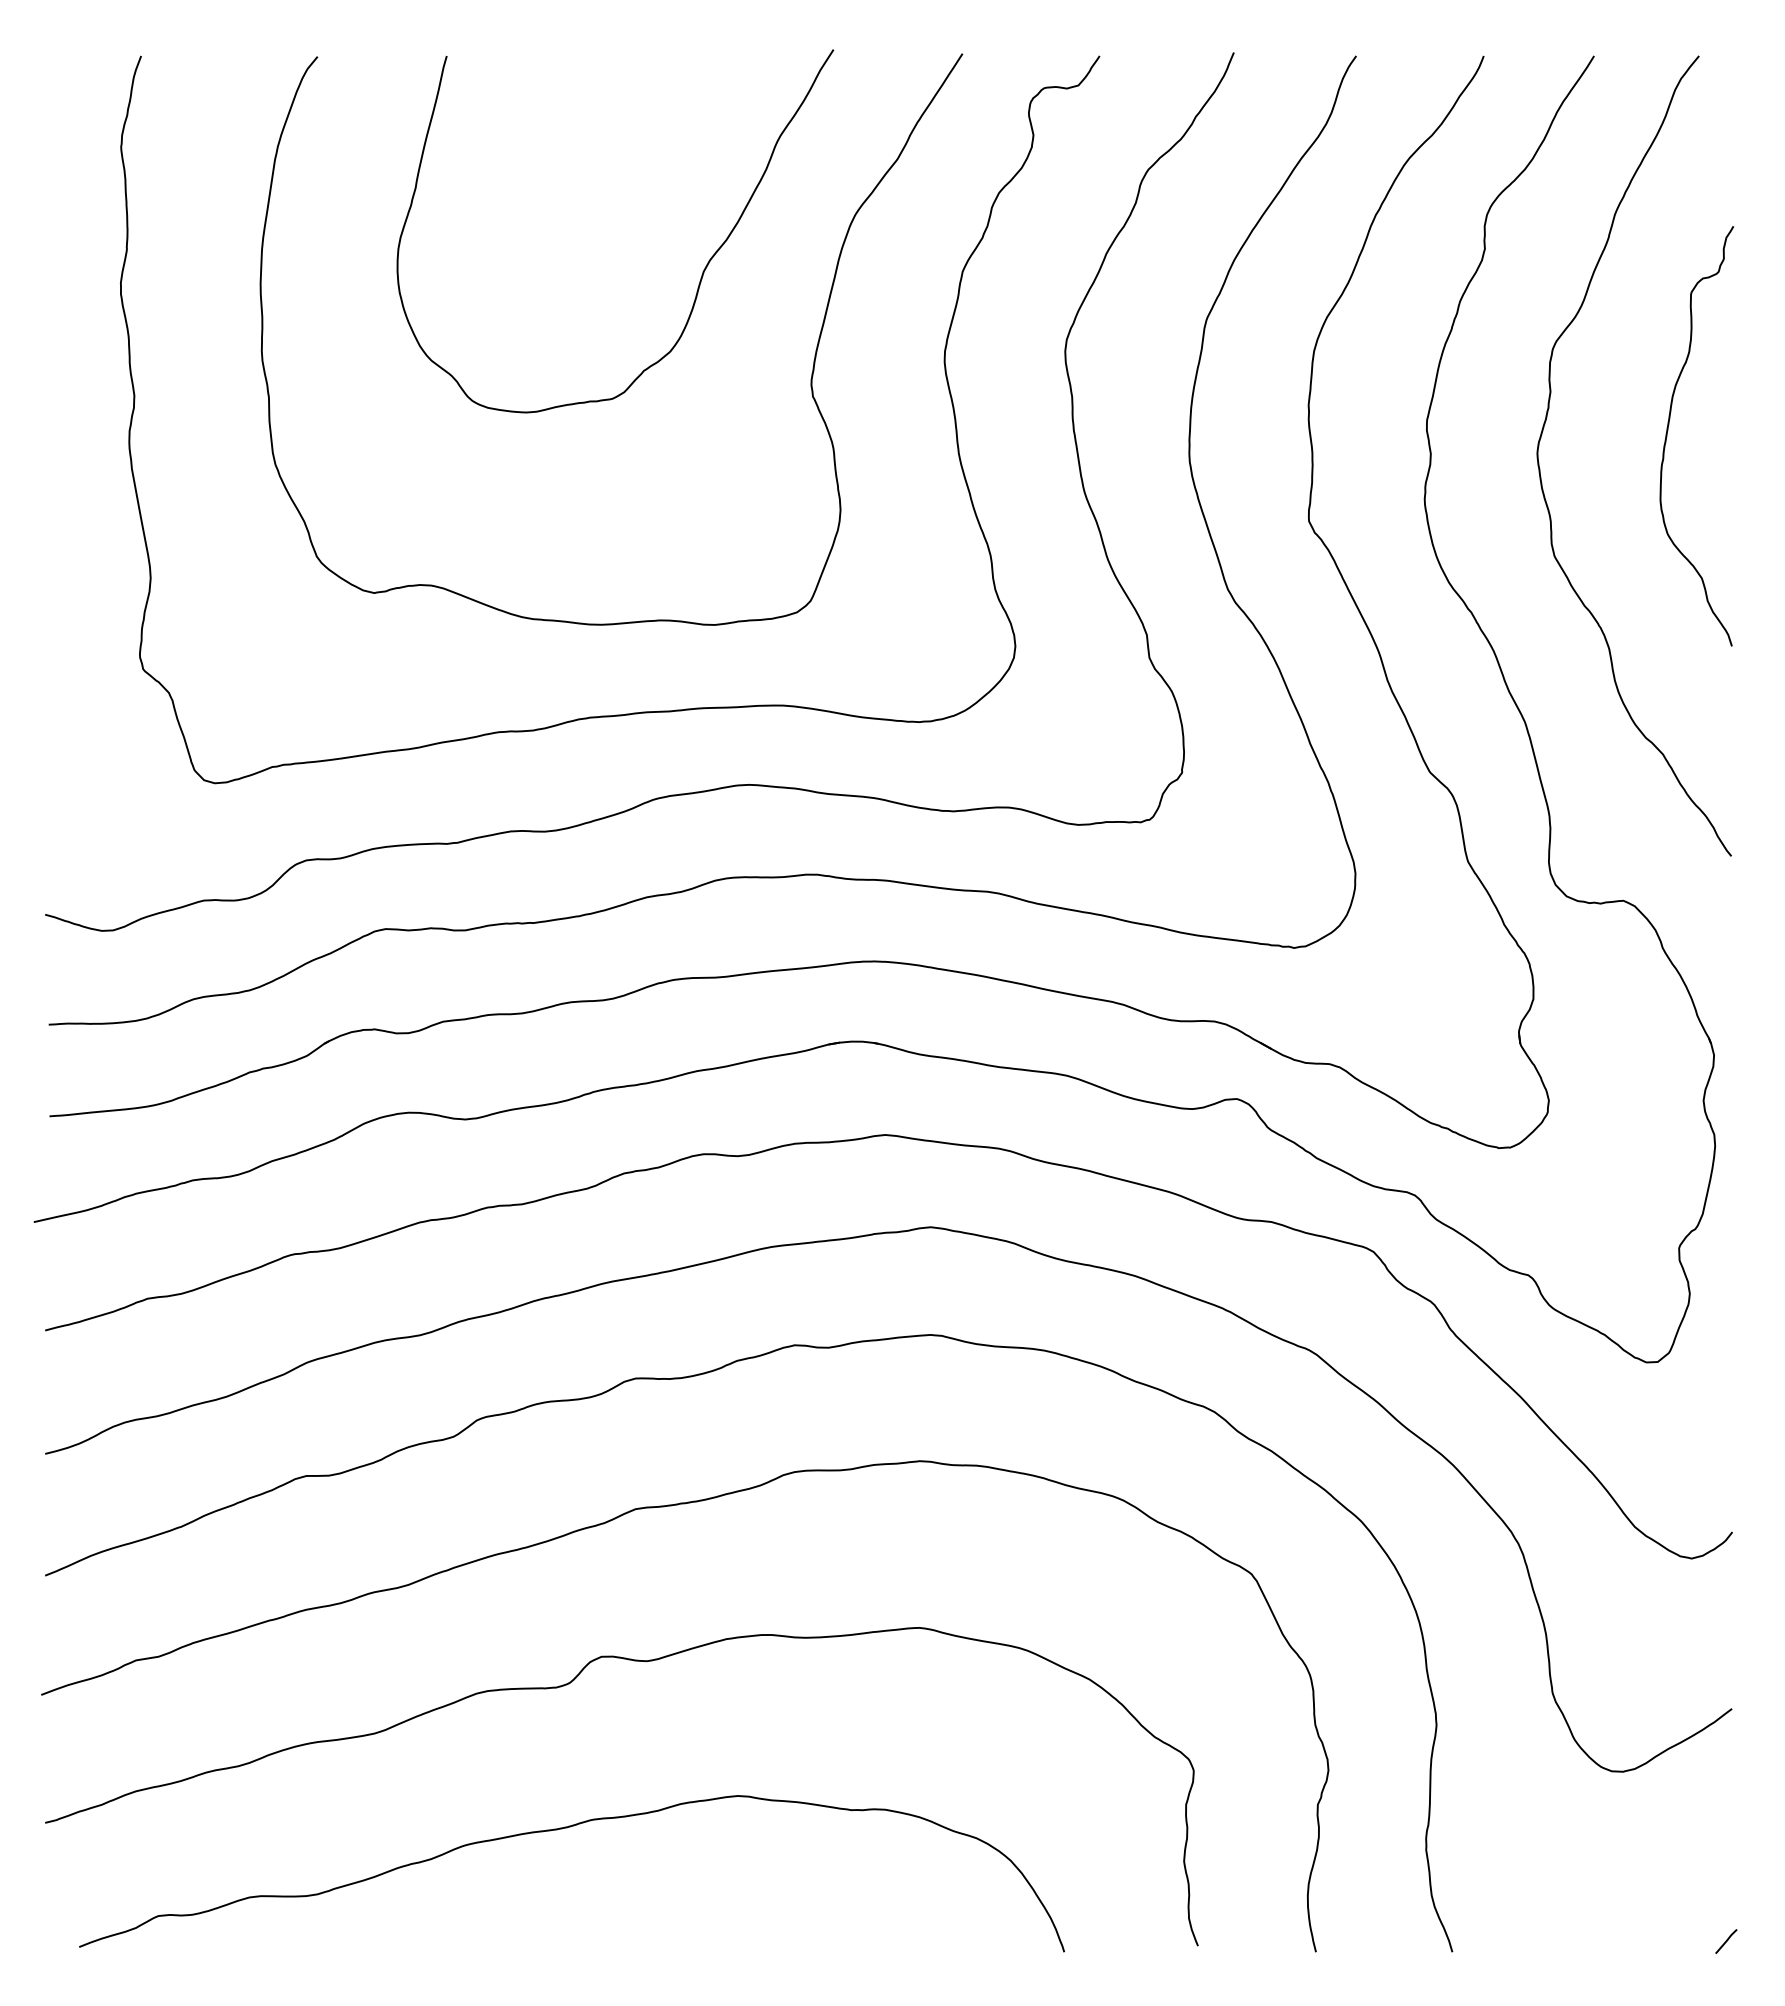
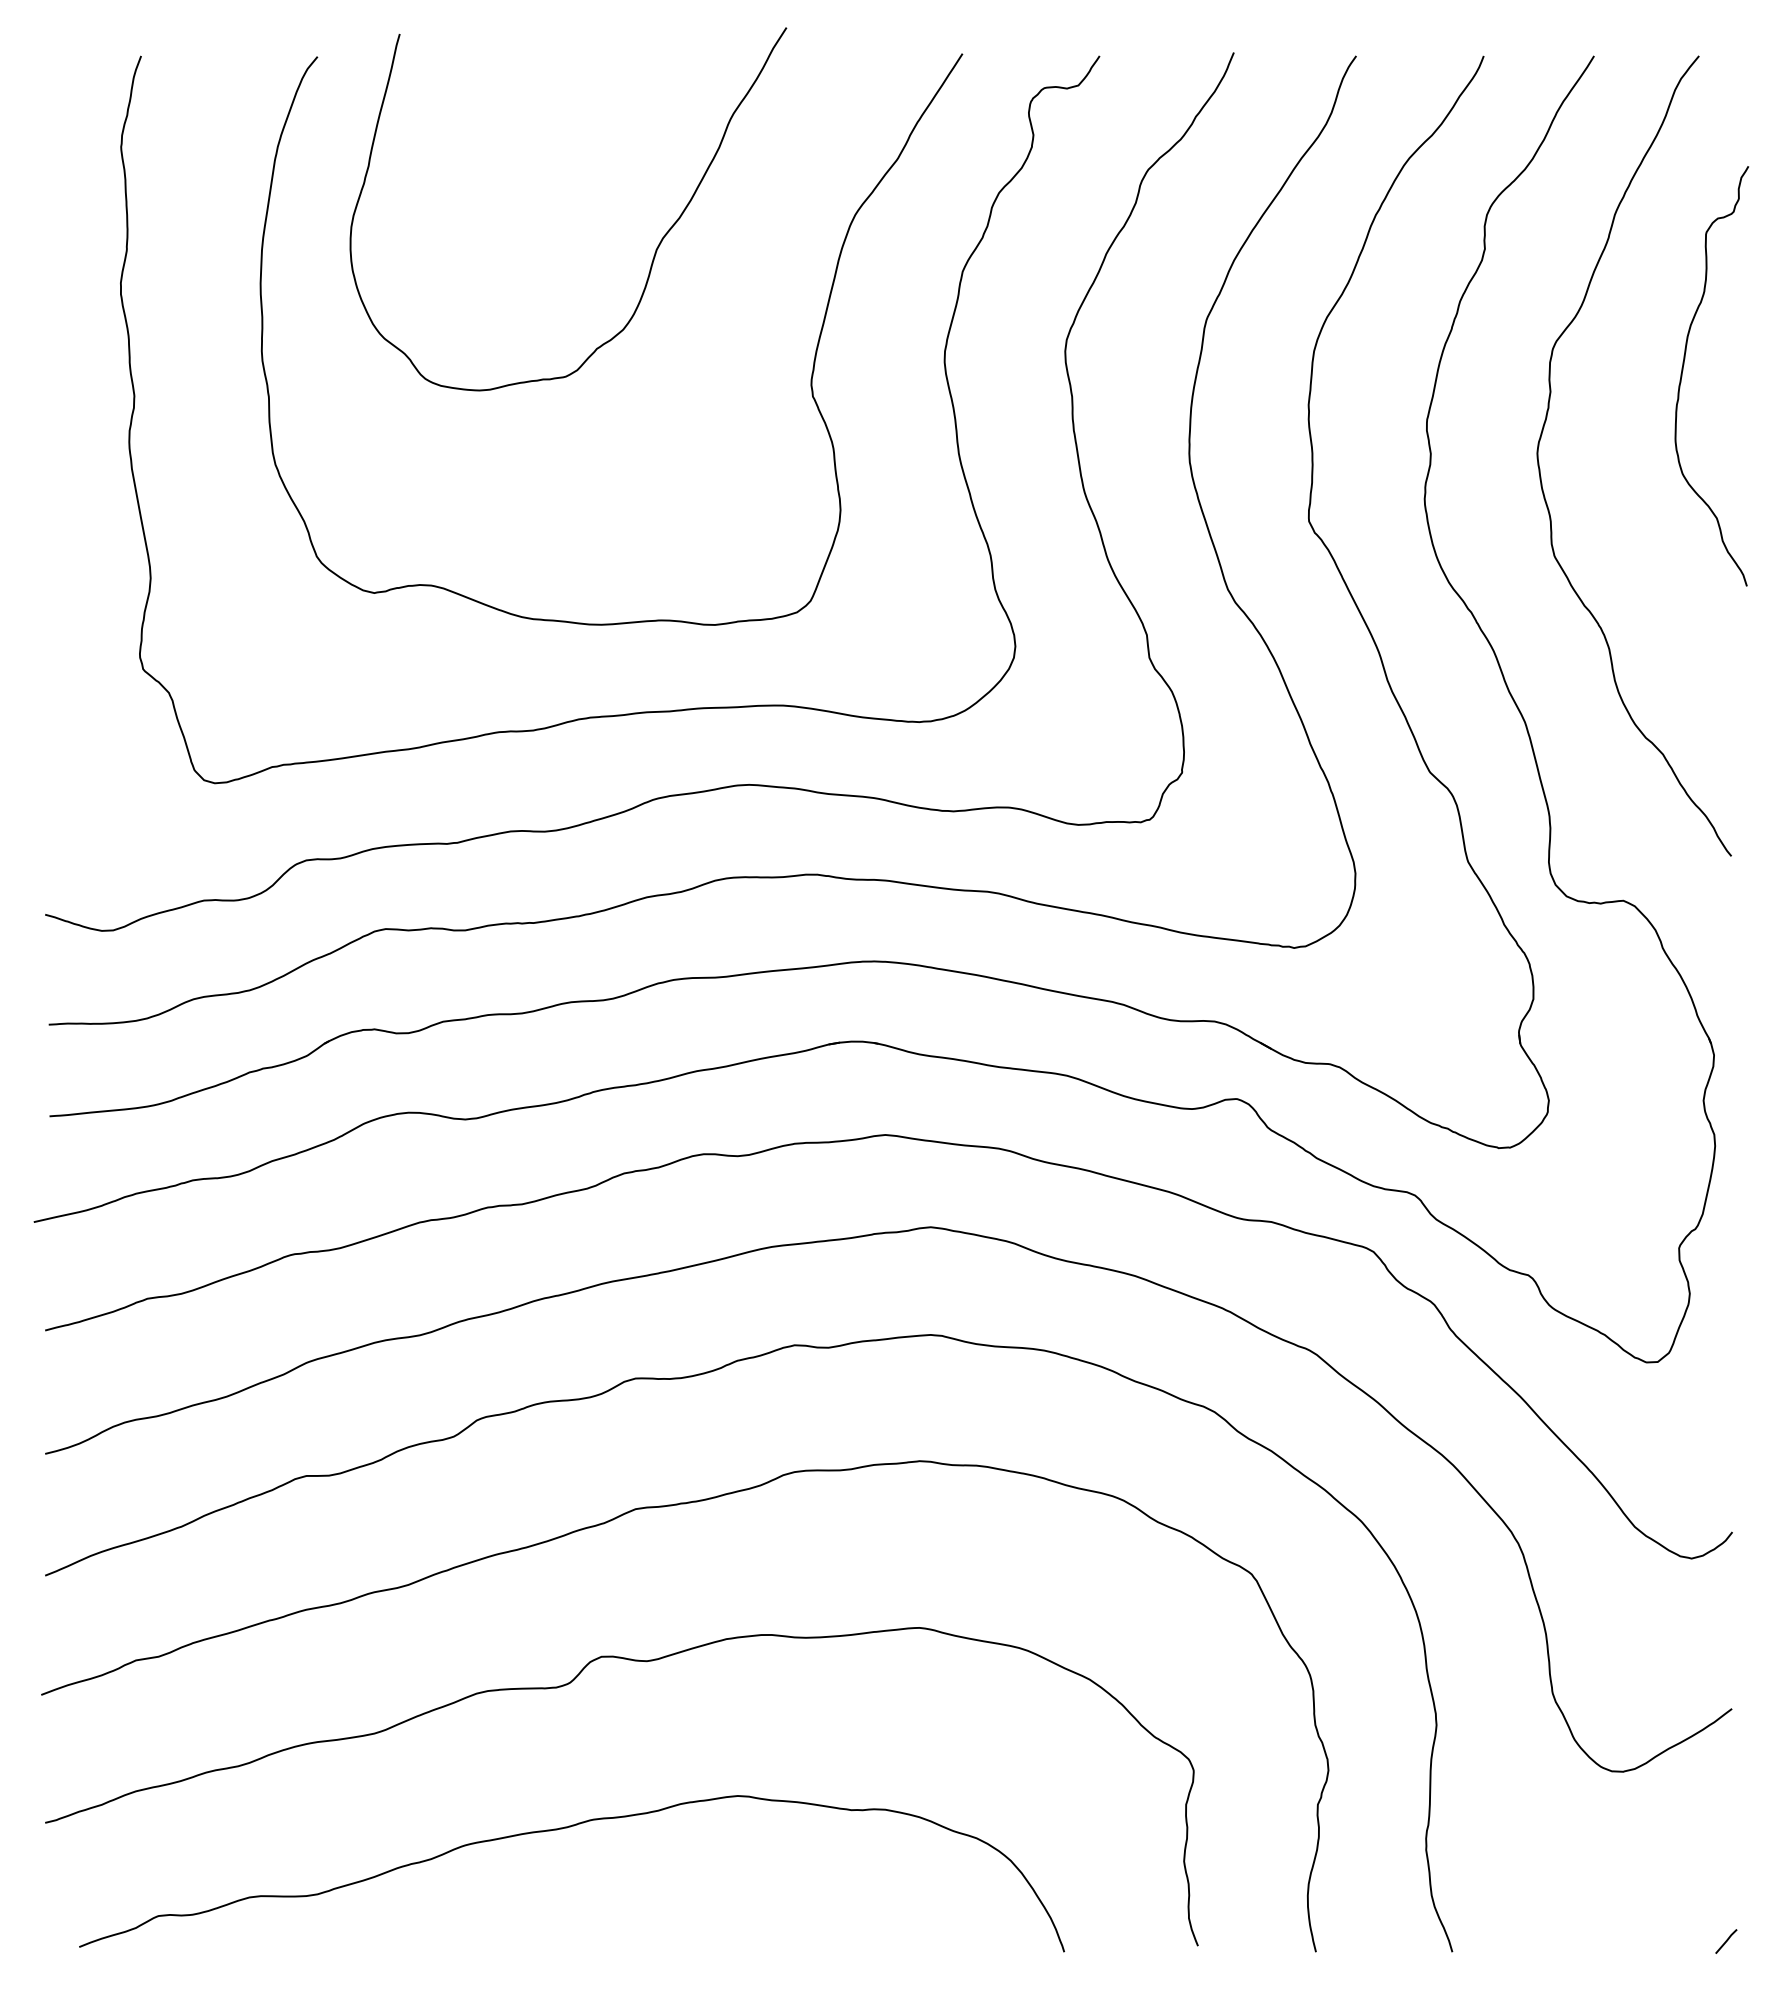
curve at (702, 271) position: (702, 271) -> (655, 249)
curve at (1668, 430) position: (1668, 430) -> (1683, 370)
